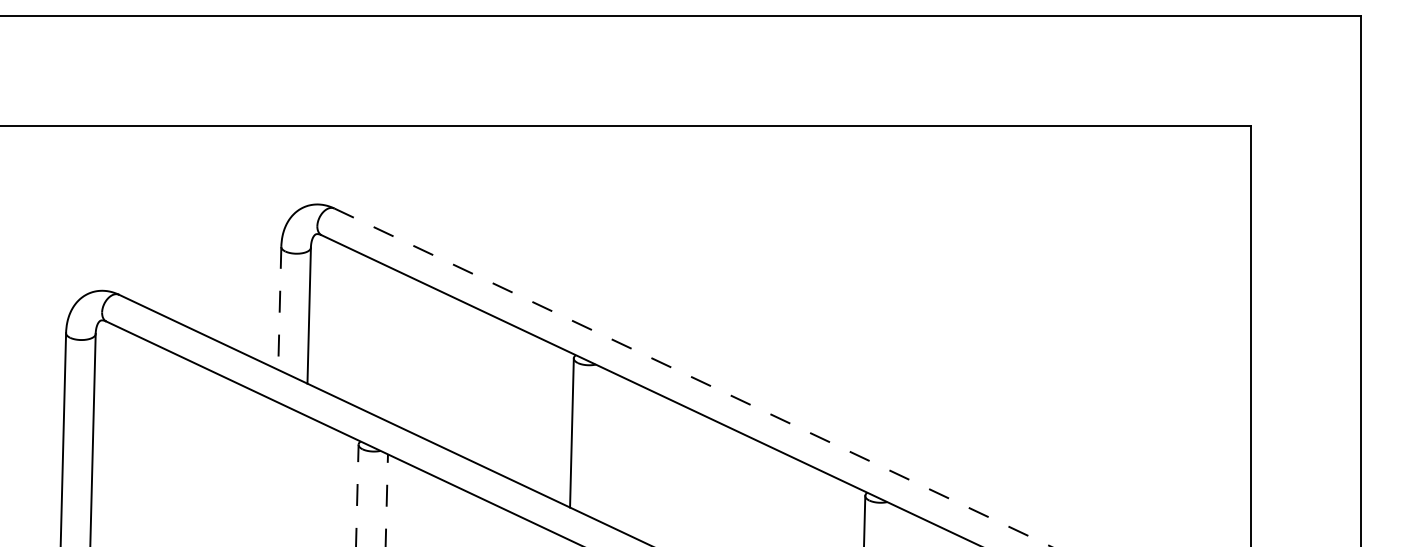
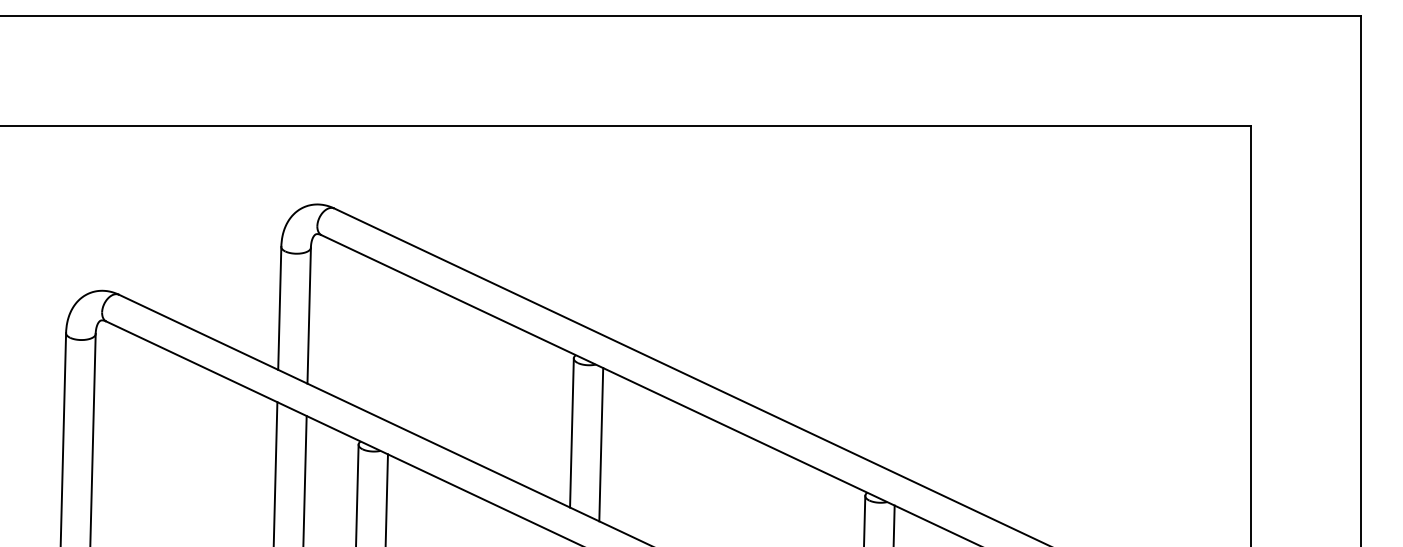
line at (279, 308): dashed -> solid
line at (692, 377): dashed -> solid
line at (601, 444): none -> present
line at (275, 472): none -> present
line at (304, 479): none -> present
line at (357, 495): dashed -> solid
line at (386, 500): dashed -> solid
line at (893, 524): none -> present
